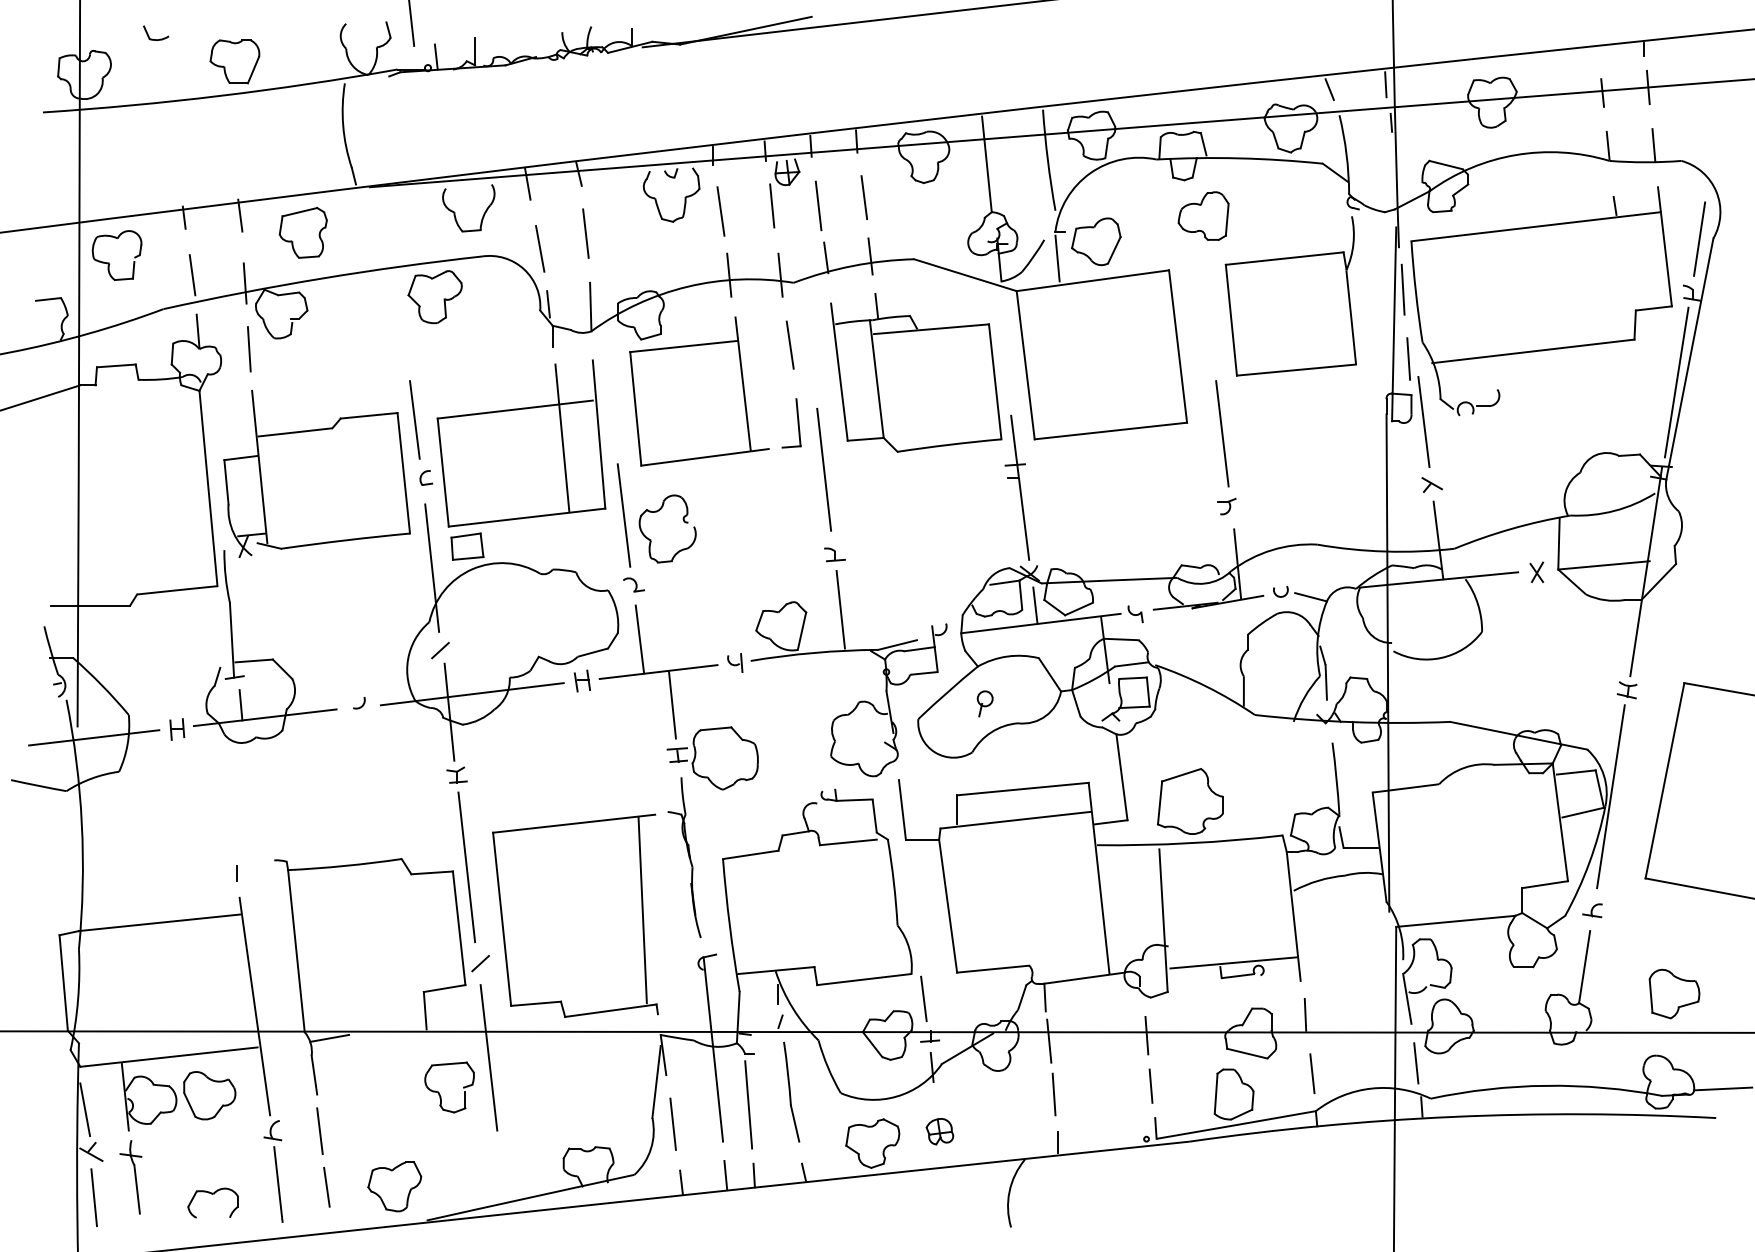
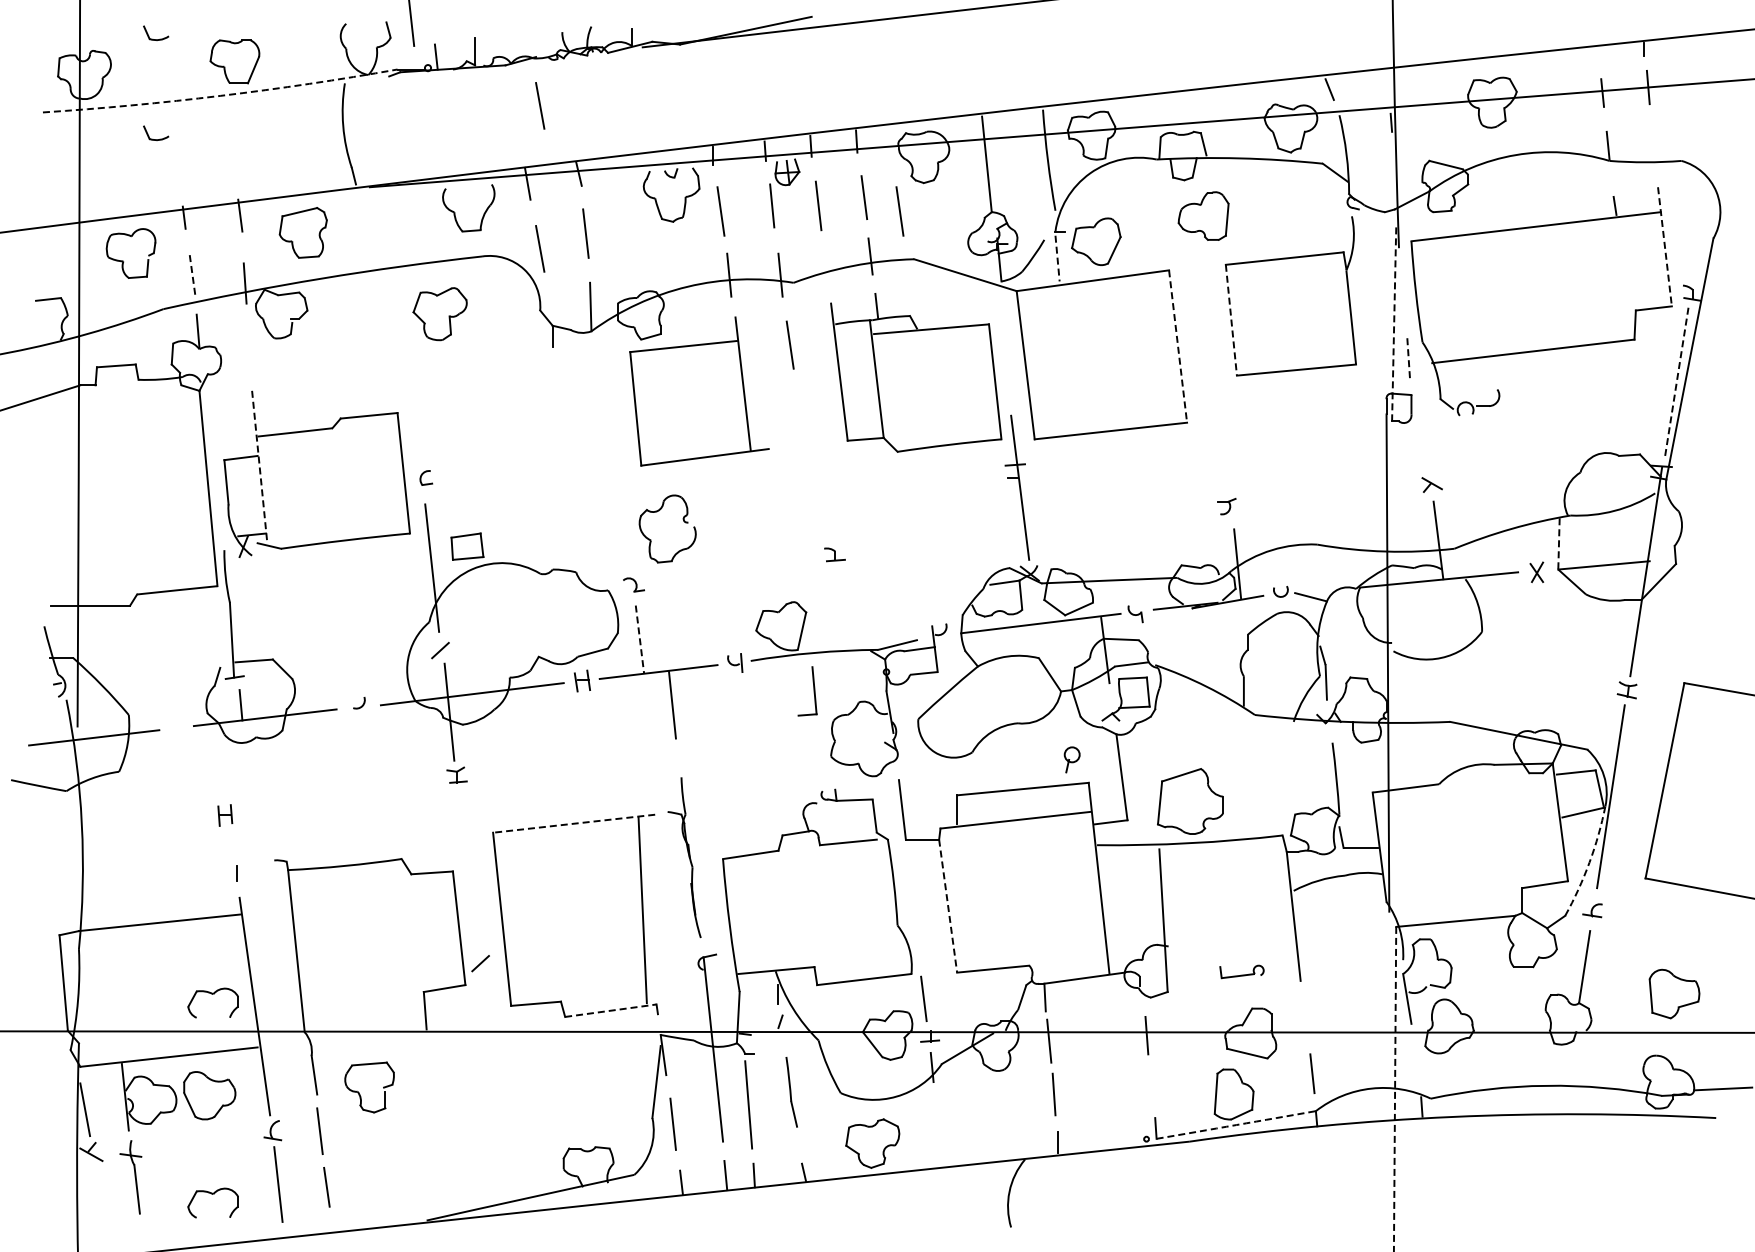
line at (1385, 84): present -> none
arc at (220, 95): solid -> dashed
line at (540, 105): none -> present
part at (156, 139): none -> present
line at (1653, 144): present -> none
line at (899, 211): none -> present
line at (1699, 238): present -> none
line at (1664, 246): solid -> dashed
line at (826, 257): present -> none
line at (1057, 258): solid -> dashed
part at (109, 262) position: (109, 262) -> (123, 260)
line at (192, 275): solid -> dashed
line at (1402, 289): present -> none
part at (434, 297) position: (434, 297) -> (439, 314)
line at (548, 304): present -> none
line at (1231, 320): solid -> dashed
line at (1394, 324): solid -> dashed
line at (1178, 346): solid -> dashed
line at (248, 349): present -> none
line at (1408, 359): solid -> dashed
line at (1676, 382): solid -> dashed
line at (414, 419): present -> none
line at (1423, 422): present -> none
part at (791, 423) position: (791, 423) -> (807, 691)
line at (1222, 433): present -> none
part at (521, 443): present -> none
line at (259, 467): solid -> dashed
line at (824, 469): present -> none
line at (623, 515): present -> none
line at (1558, 543): solid -> dashed
line at (1035, 605): present -> none
line at (840, 609): present -> none
line at (640, 639): solid -> dashed
part at (984, 703) position: (984, 703) -> (1071, 759)
part at (177, 729) position: (177, 729) -> (225, 815)
part at (712, 758): present -> none
line at (574, 823): solid -> dashed
arc at (1589, 862): solid -> dashed
line at (466, 867): present -> none
line at (948, 906): solid -> dashed
line at (1233, 962): present -> none
part at (212, 994): none -> present
line at (611, 1010): solid -> dashed
line at (1305, 1014): present -> none
line at (329, 1037): present -> none
line at (488, 1057): present -> none
line at (1416, 1063): present -> none
line at (1150, 1085): present -> none
line at (1395, 1089): solid -> dashed
part at (791, 1091) size: 18x102 px -> 13x71 px
part at (439, 1092) position: (439, 1092) -> (359, 1092)
arc at (1236, 1125): solid -> dashed
part at (939, 1131): present -> none
part at (394, 1186): present -> none
line at (93, 1197): present -> none
